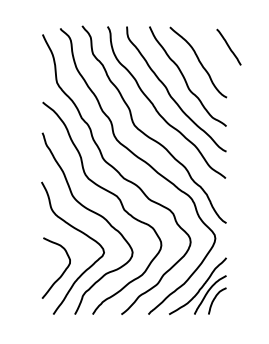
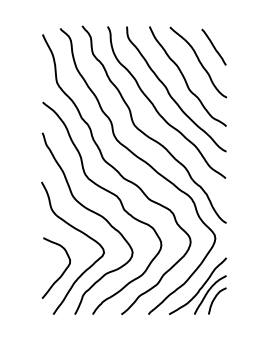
line at (228, 46) position: (228, 46) -> (213, 46)
